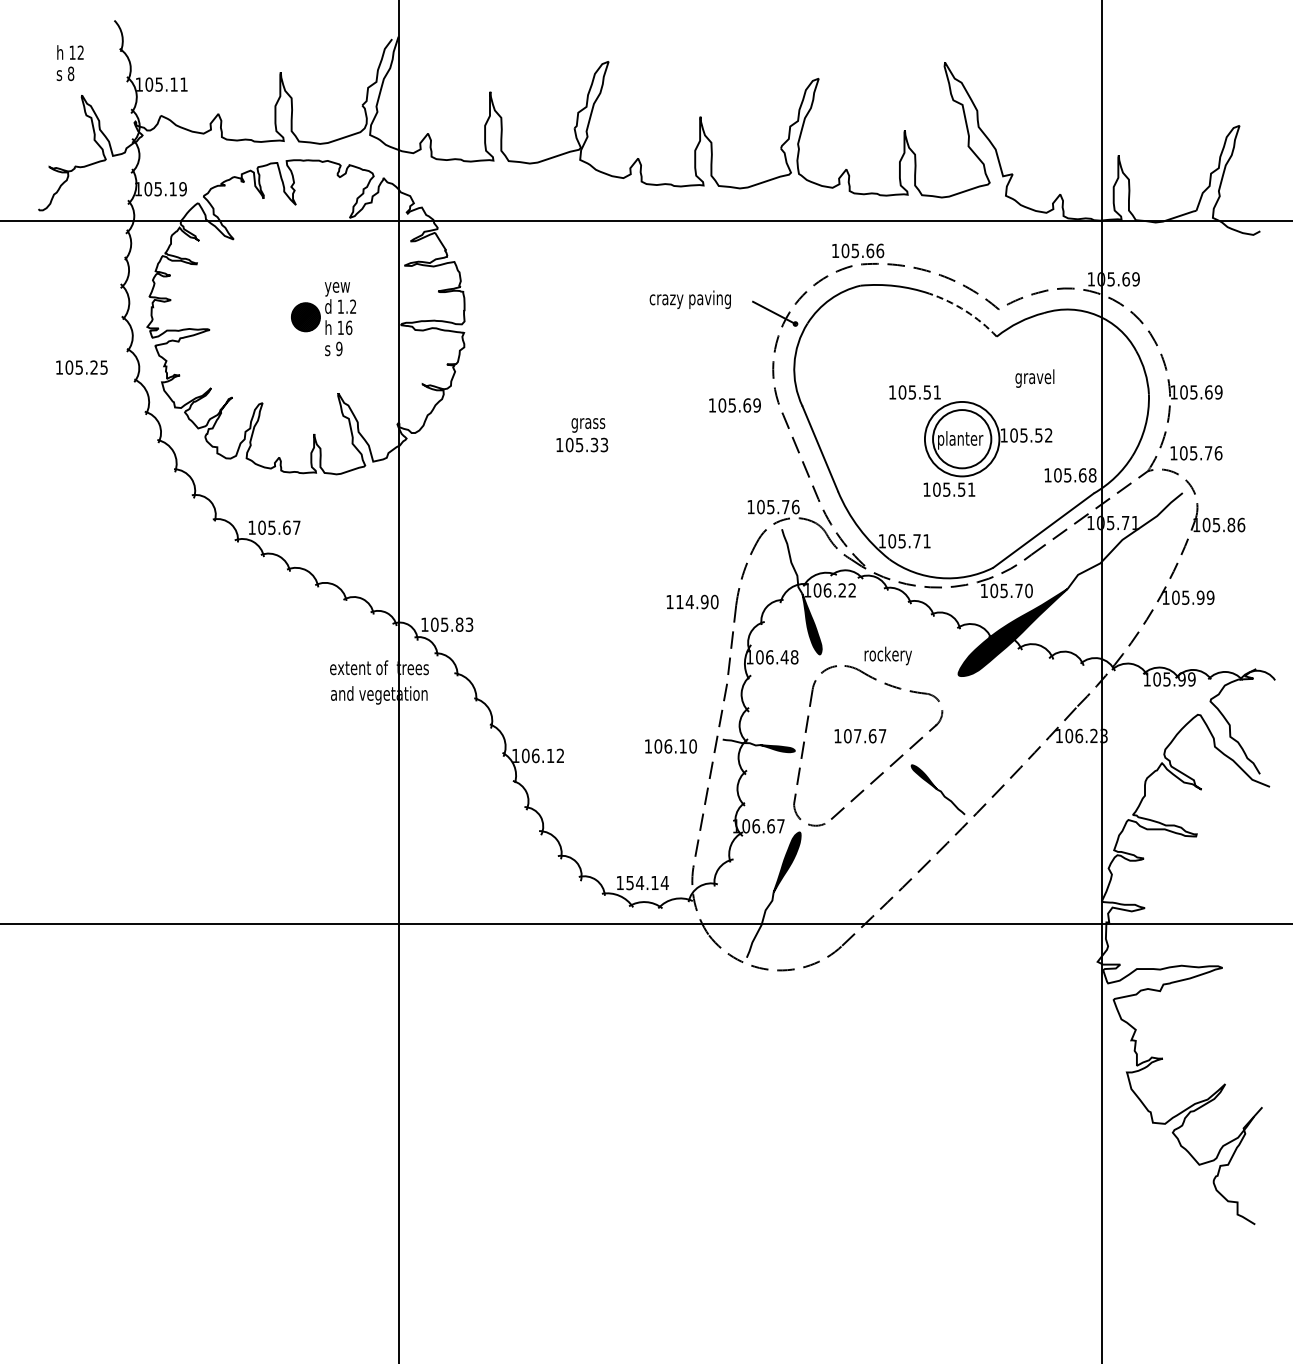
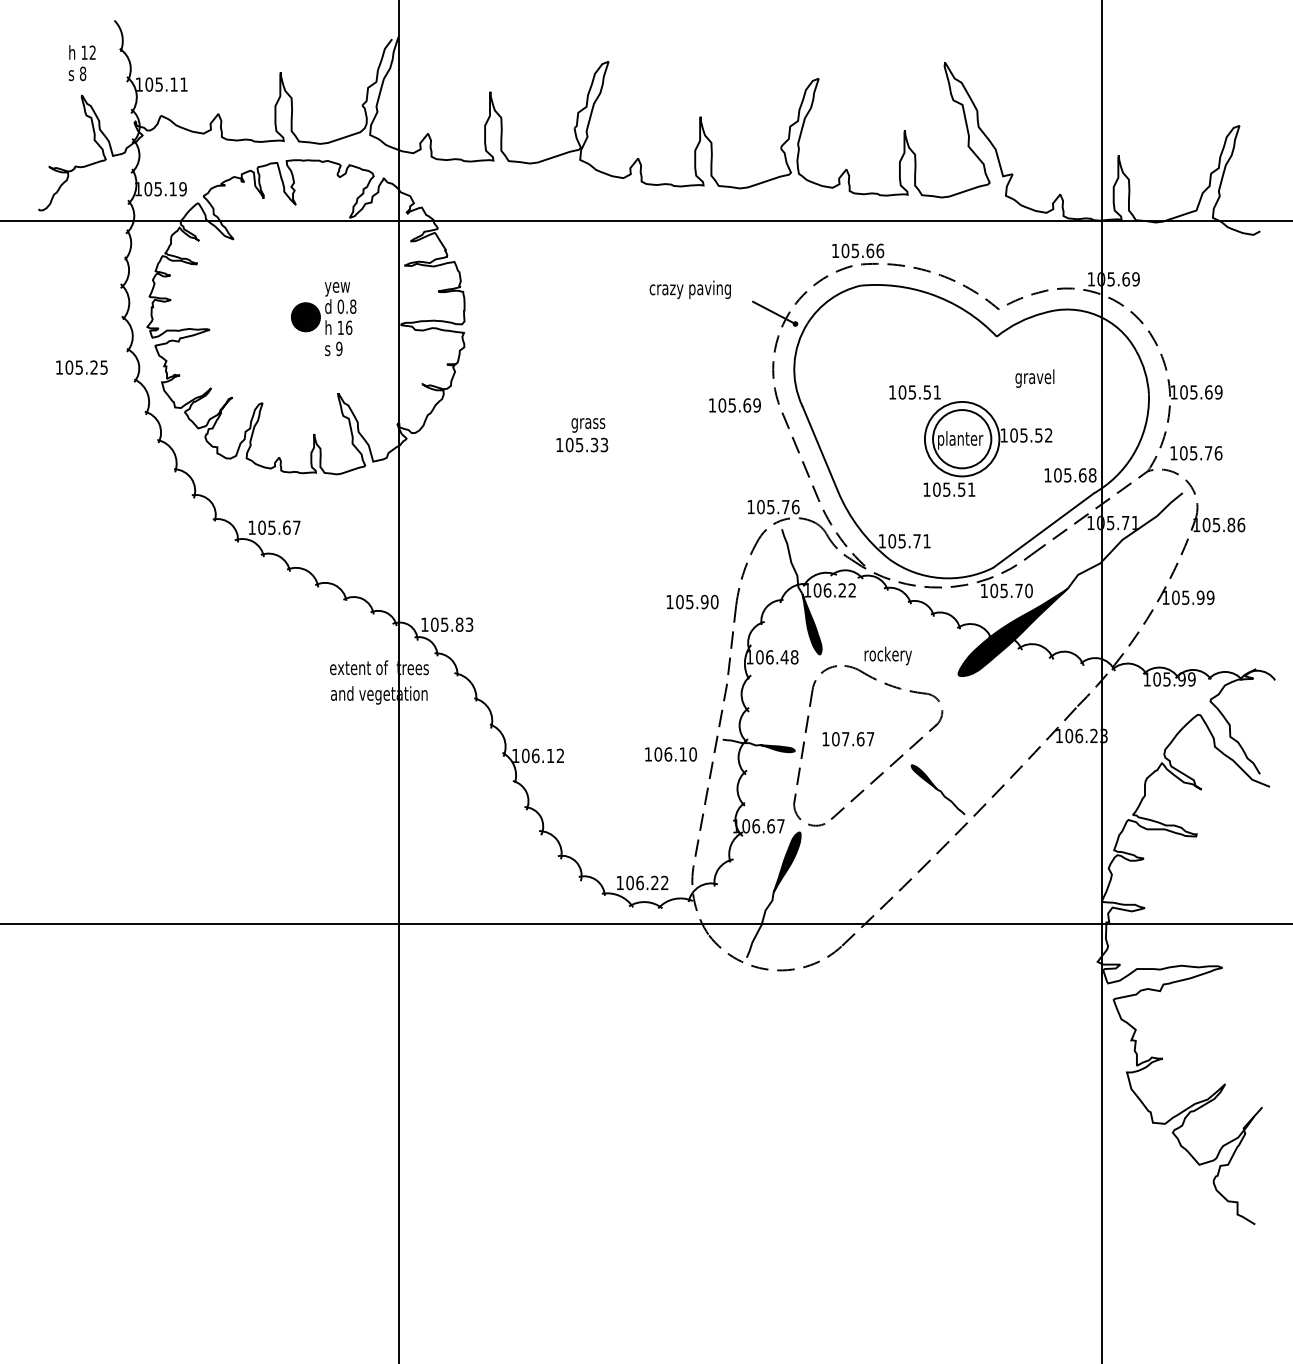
text at (69, 63) position: (69, 63) -> (81, 63)
text at (689, 299) position: (689, 299) -> (689, 289)
text at (346, 306): 1.2 -> 0.8
arc at (965, 311): dashed -> solid
text at (684, 601): 114.90 -> 105.90
text at (860, 736) position: (860, 736) -> (848, 739)
text at (670, 746) position: (670, 746) -> (670, 754)
text at (647, 882): 154.14 -> 106.22
